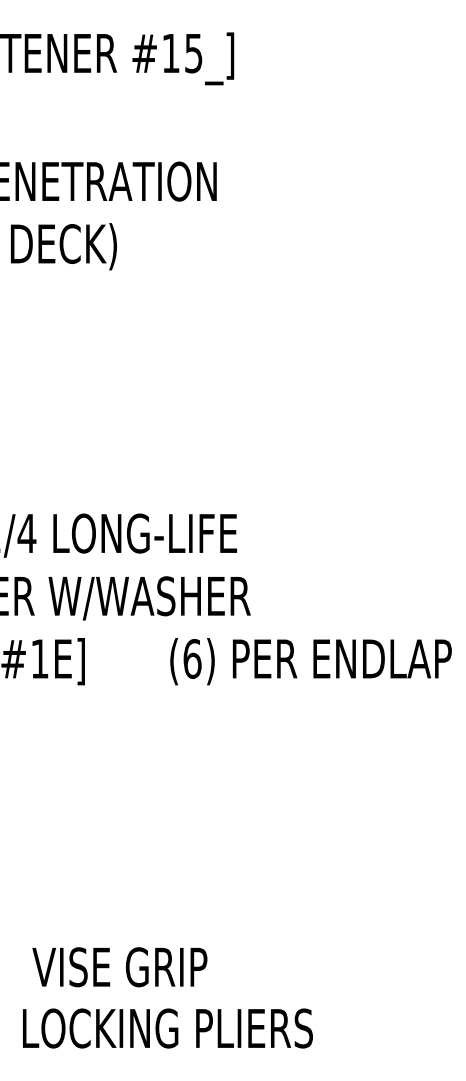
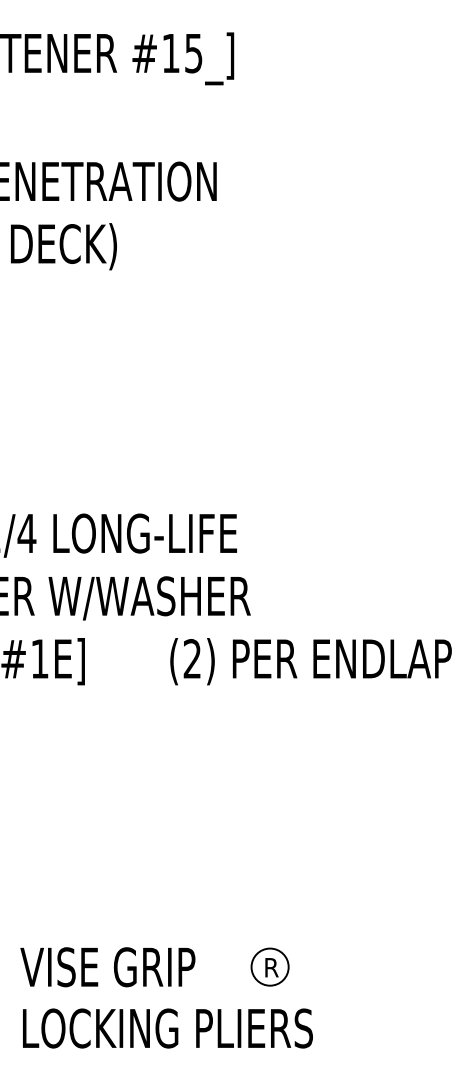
text at (192, 658): (6) -> (2)
part at (269, 966): none -> present
text at (119, 967) position: (119, 967) -> (107, 967)
